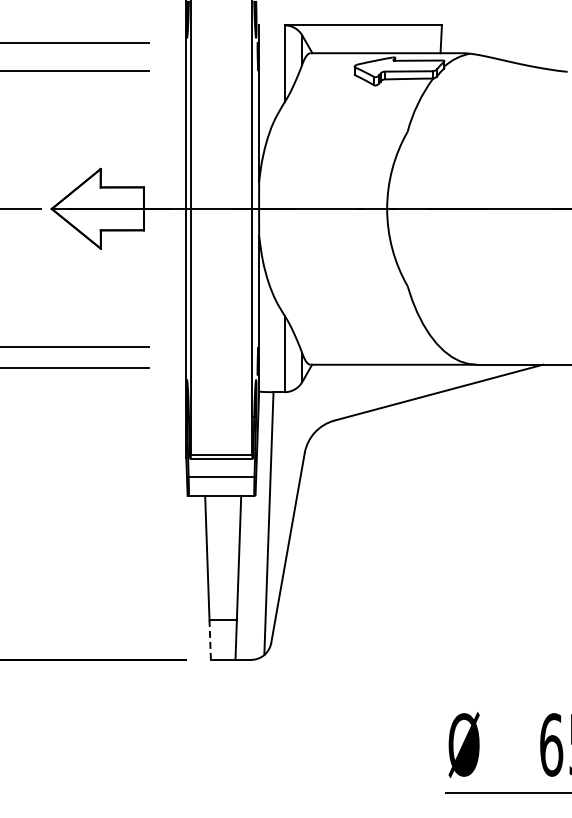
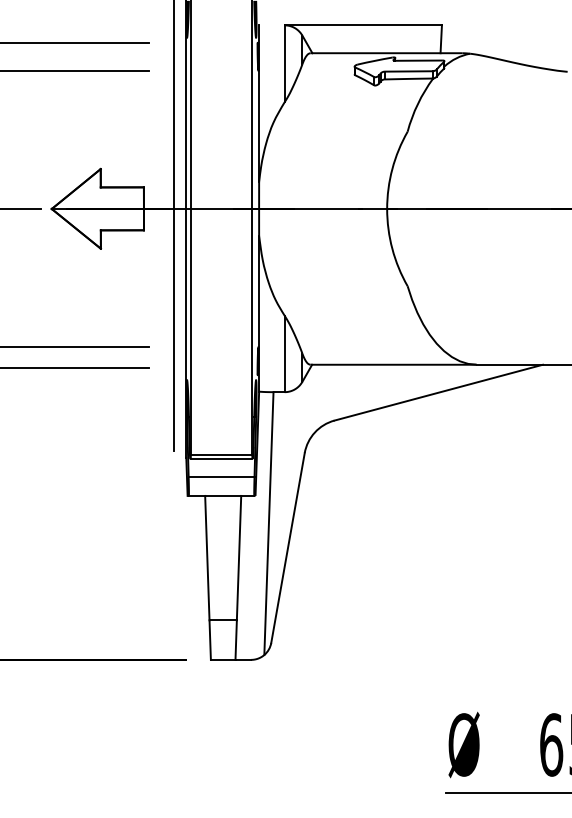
line at (174, 226): none -> present
line at (210, 640): dashed -> solid
